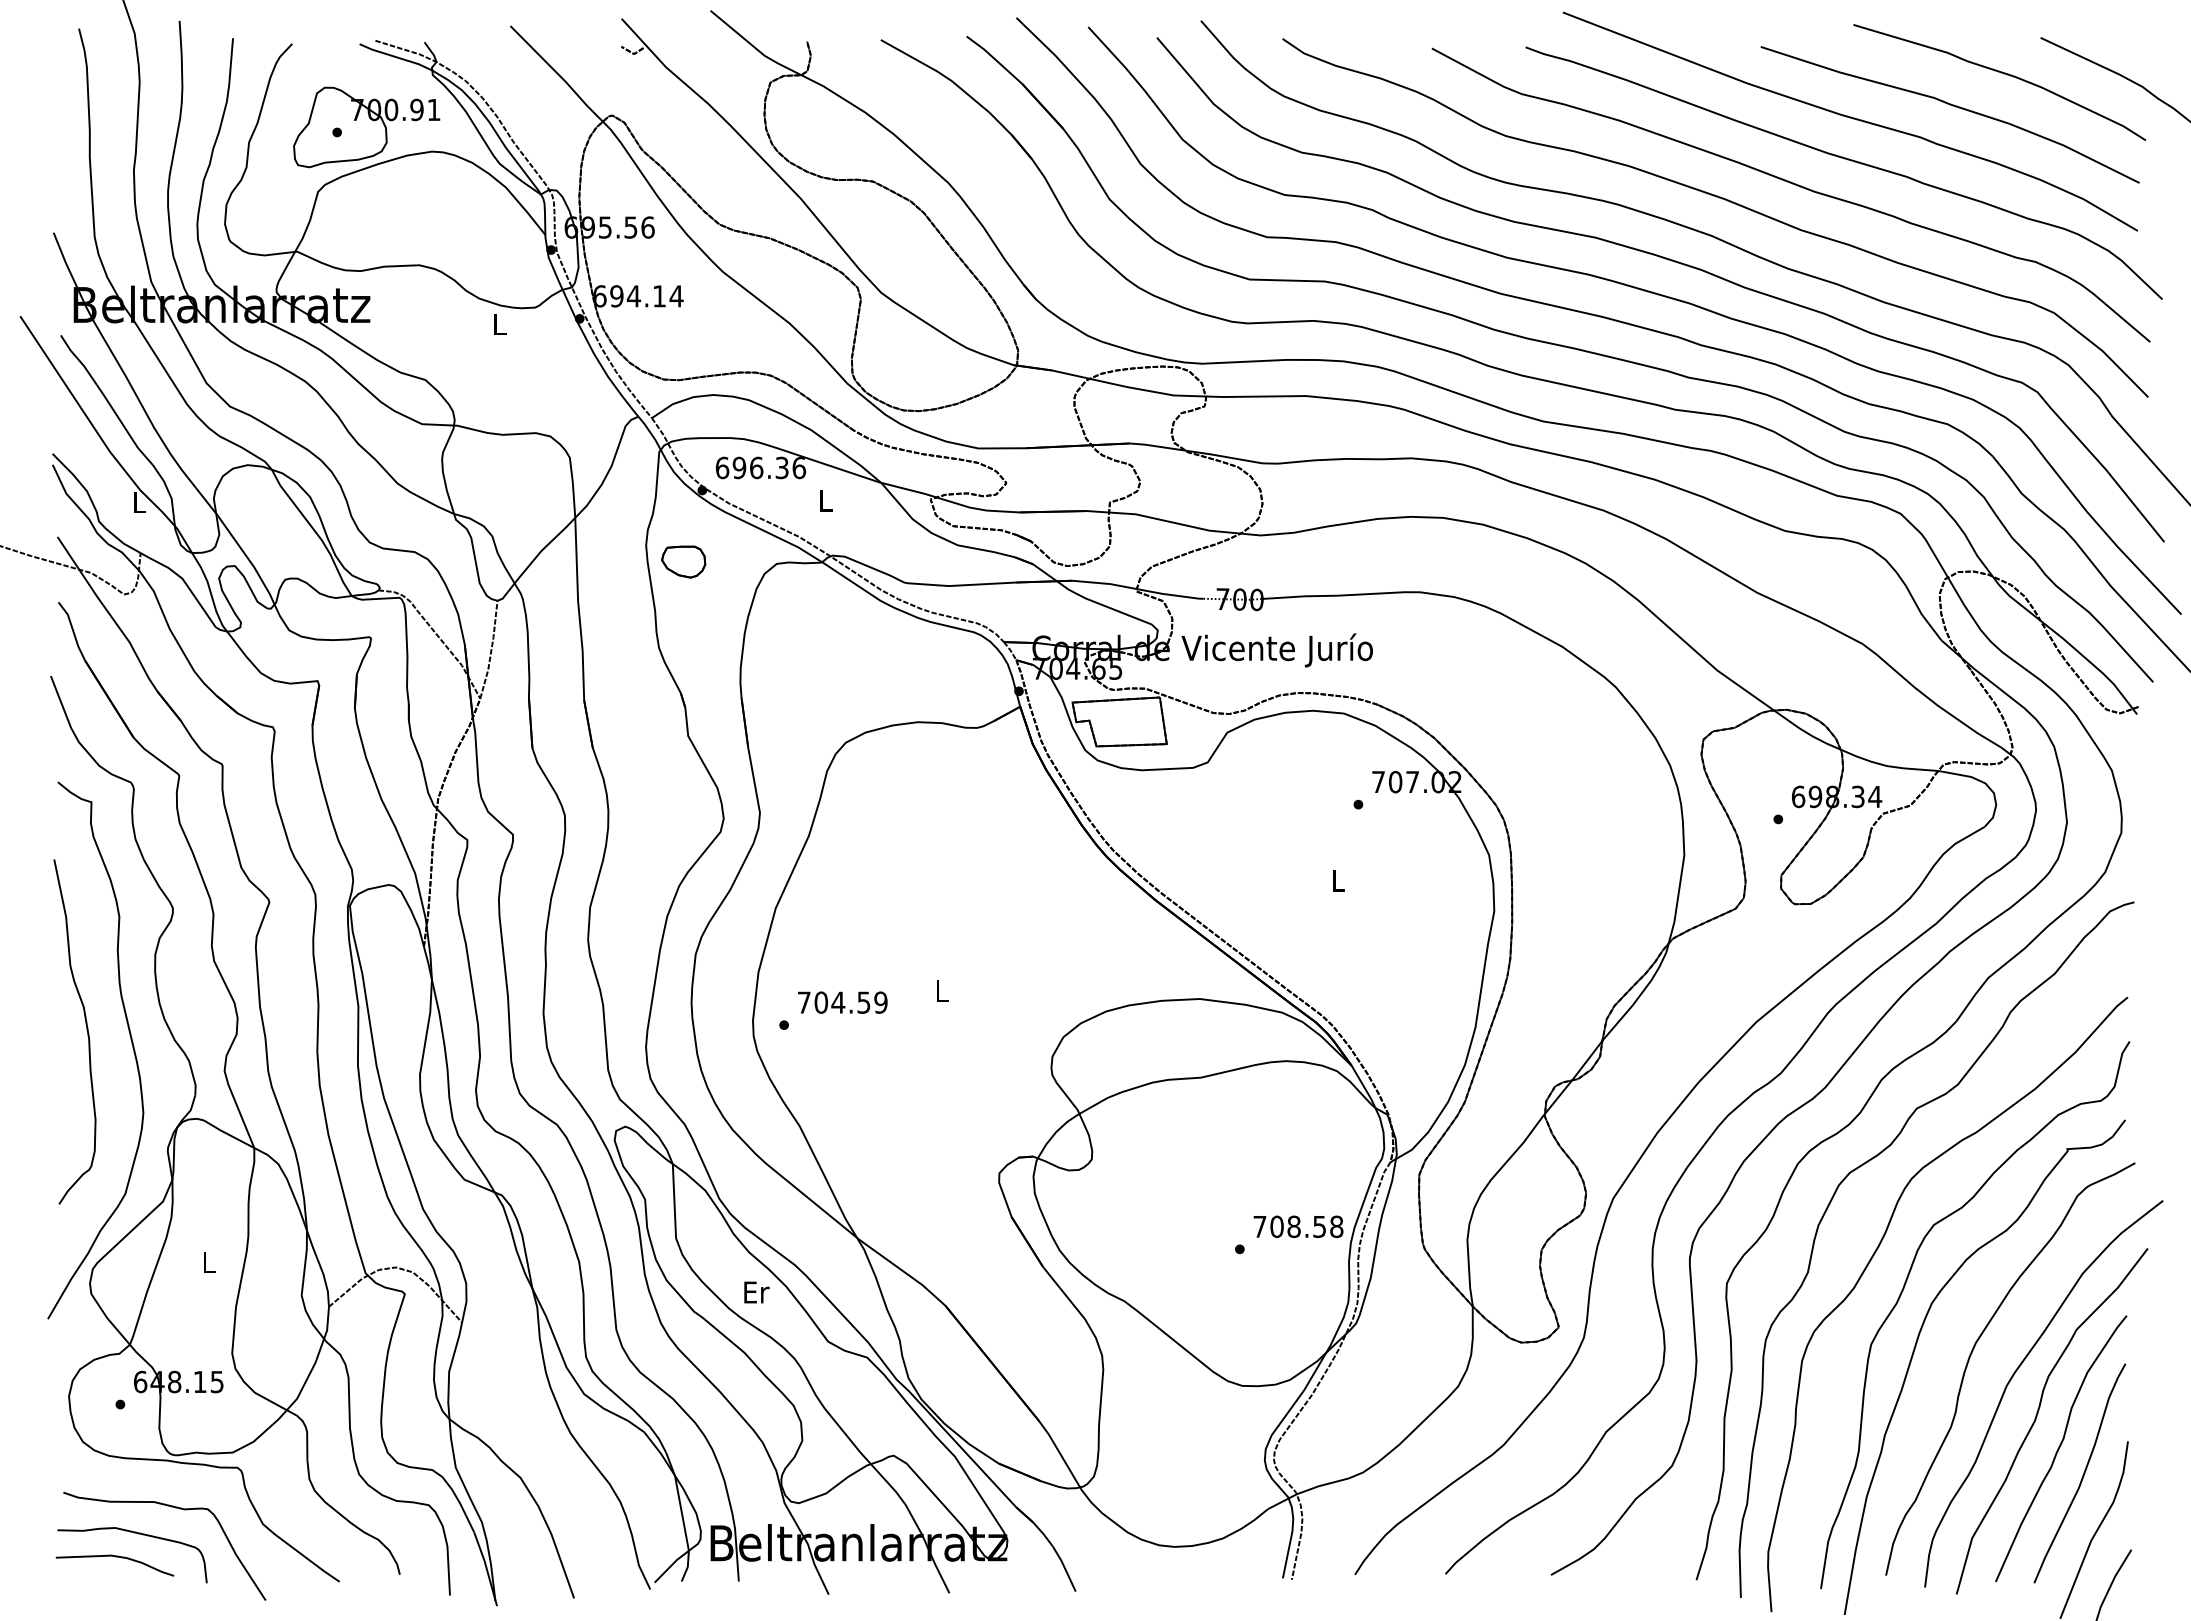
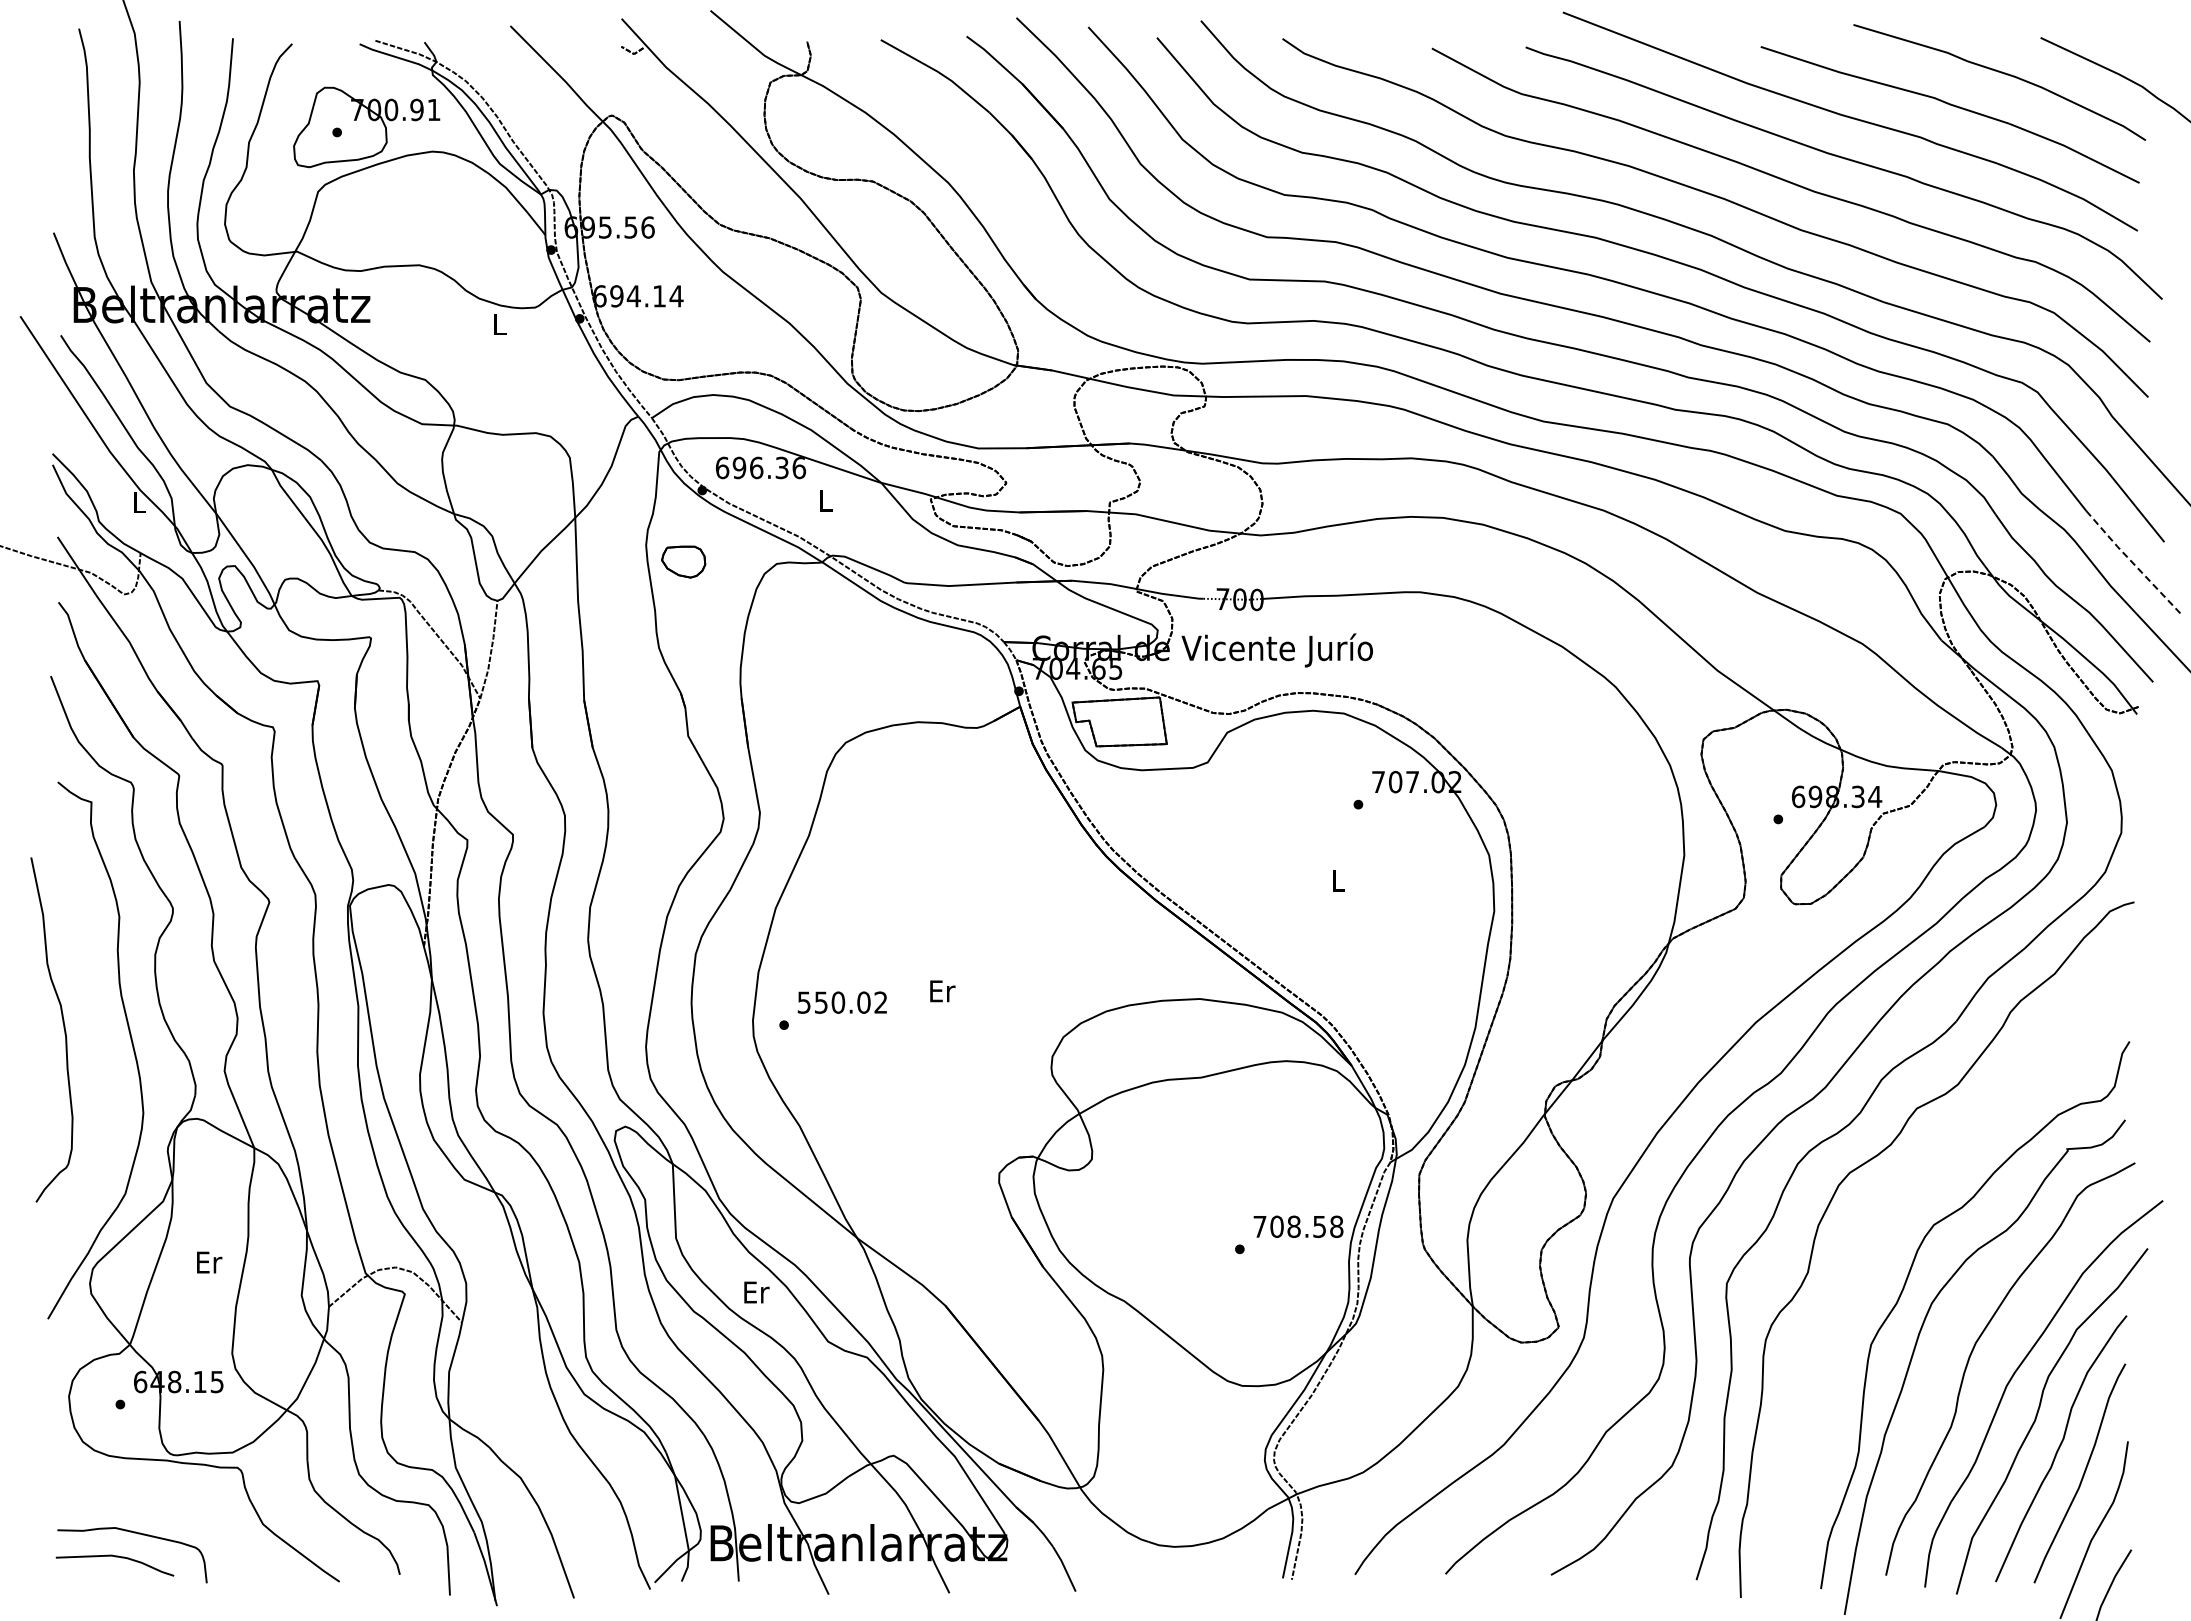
line at (2133, 563): solid -> dashed
text at (942, 991): L -> Er
text at (842, 1002): 704.59 -> 550.02
curve at (86, 1030) position: (86, 1030) -> (63, 1028)
curve at (1873, 1257): present -> none
text at (209, 1262): L -> Er
curve at (175, 1508): present -> none
